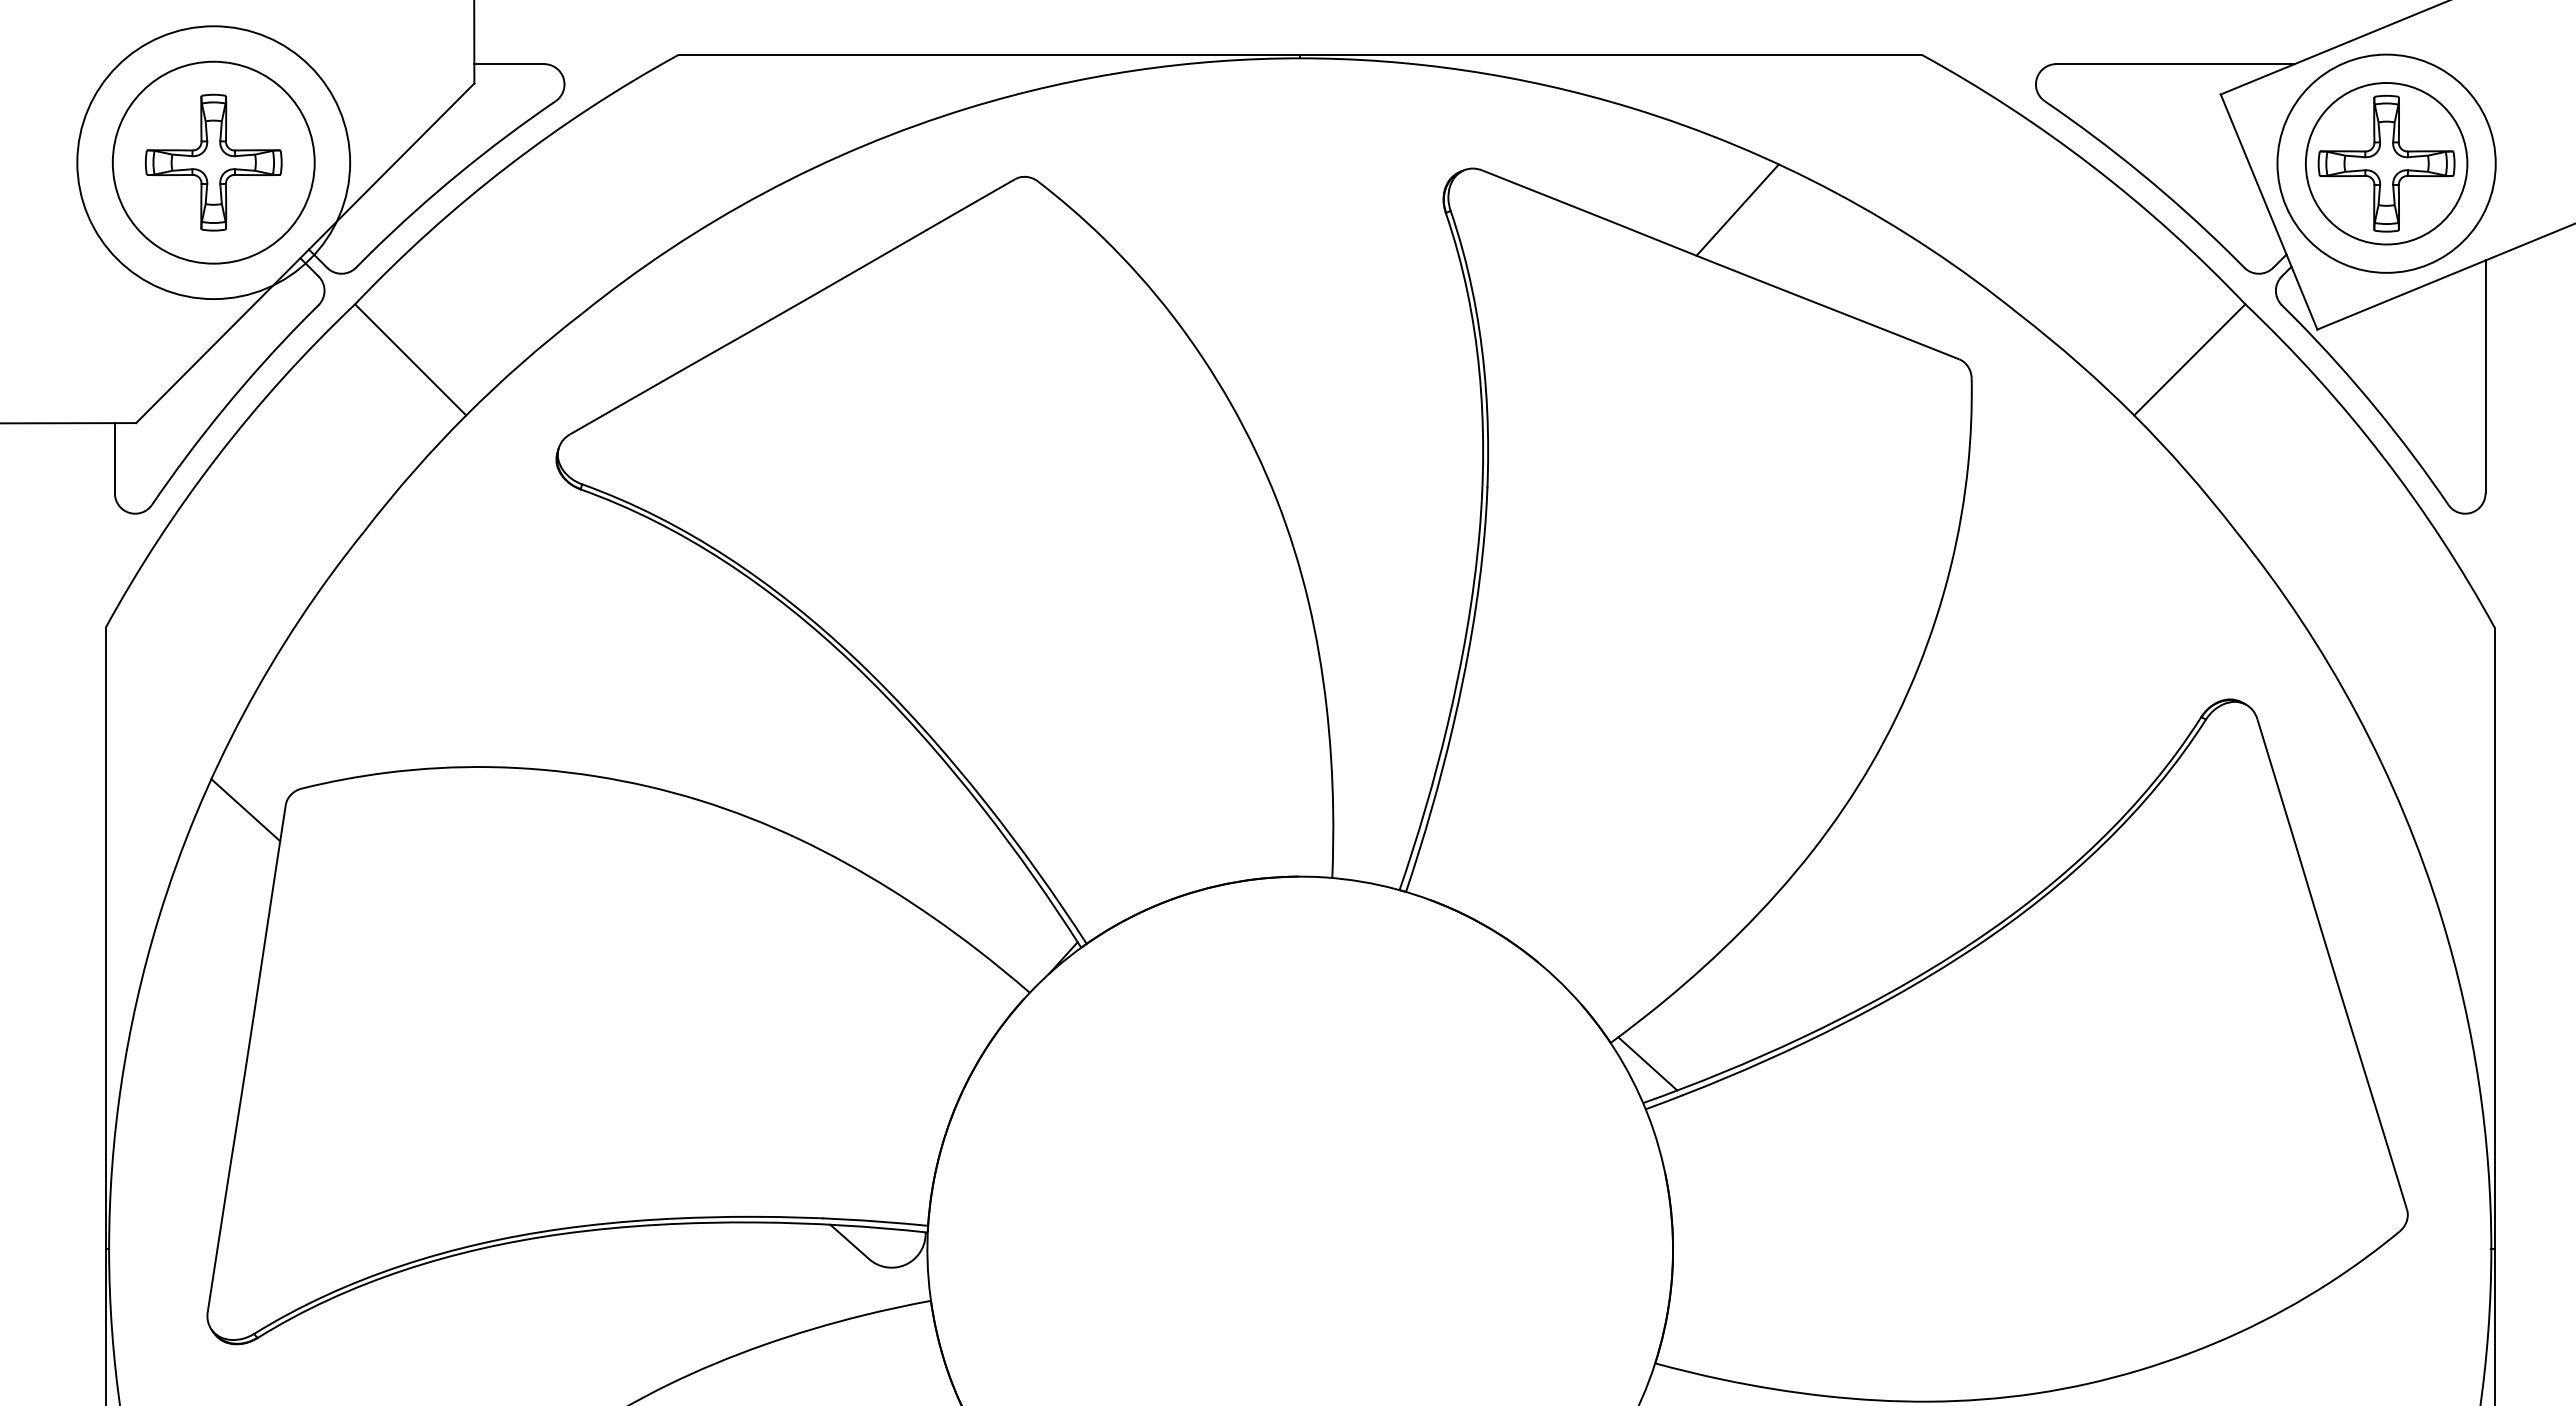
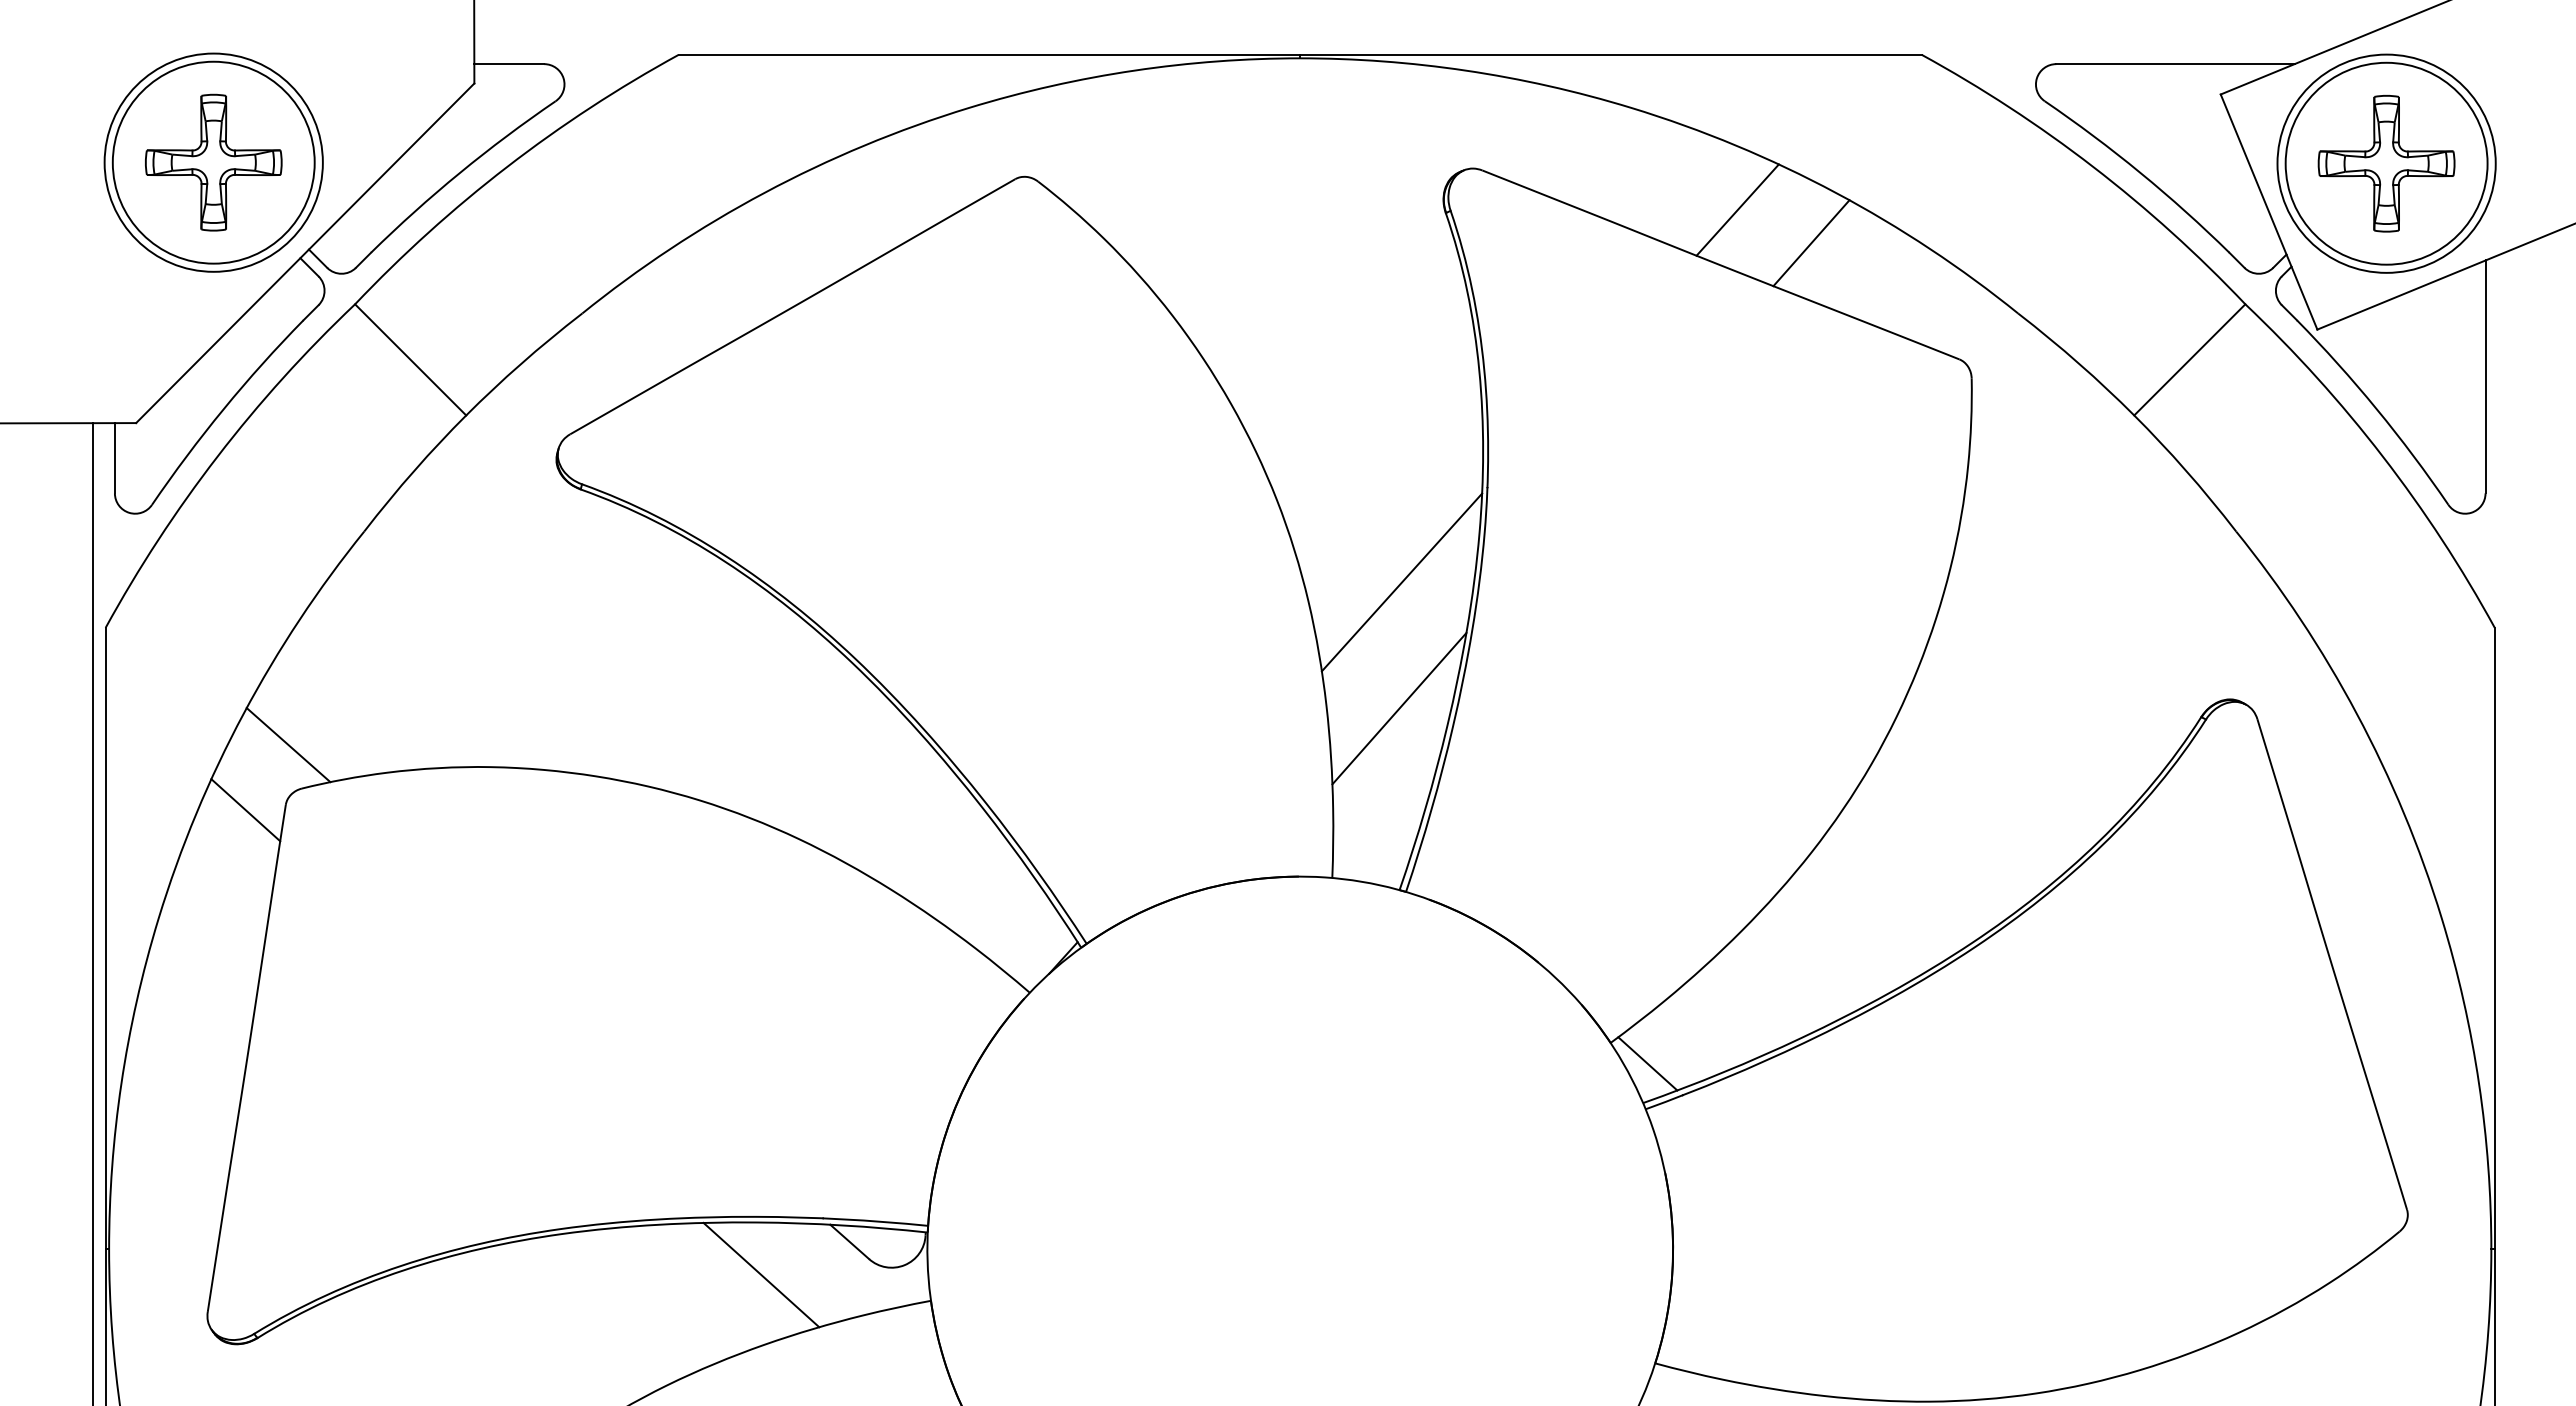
circle at (213, 162) diameter: 273 px -> 218 px
circle at (2386, 163) diameter: 162 px -> 202 px
line at (1811, 243): none -> present
line at (1401, 582): none -> present
line at (1399, 708): none -> present
line at (288, 745): none -> present
line at (92, 912): none -> present
line at (761, 1274): none -> present
